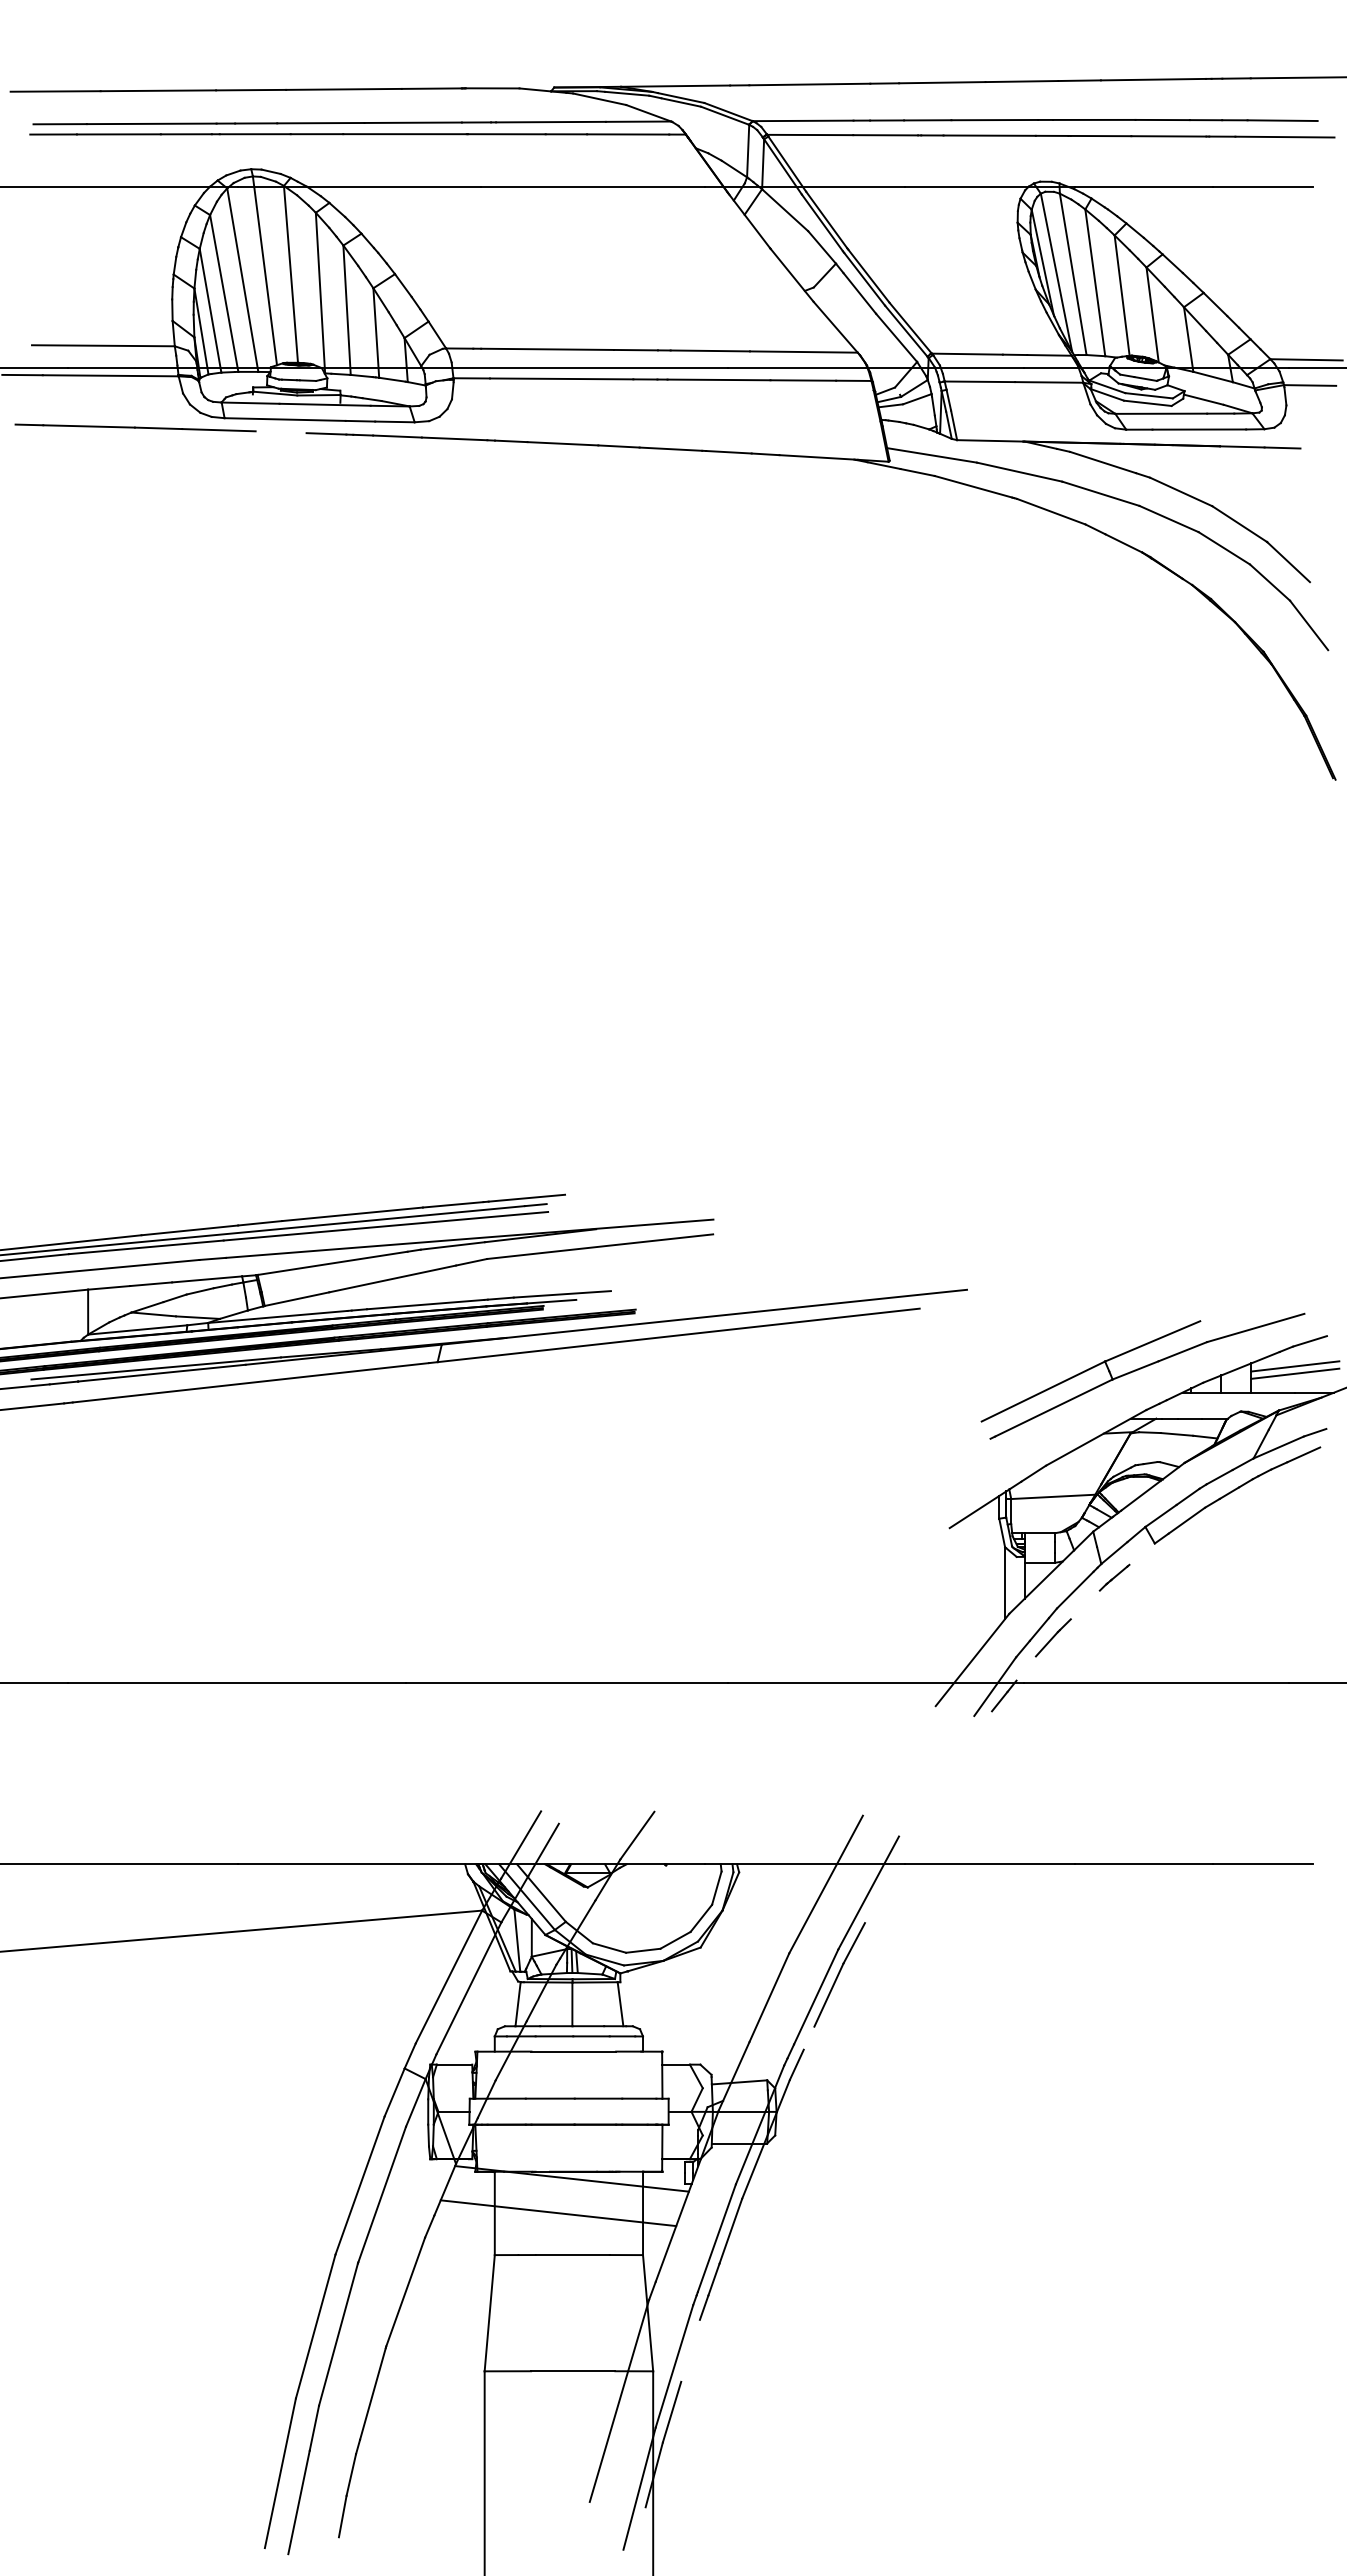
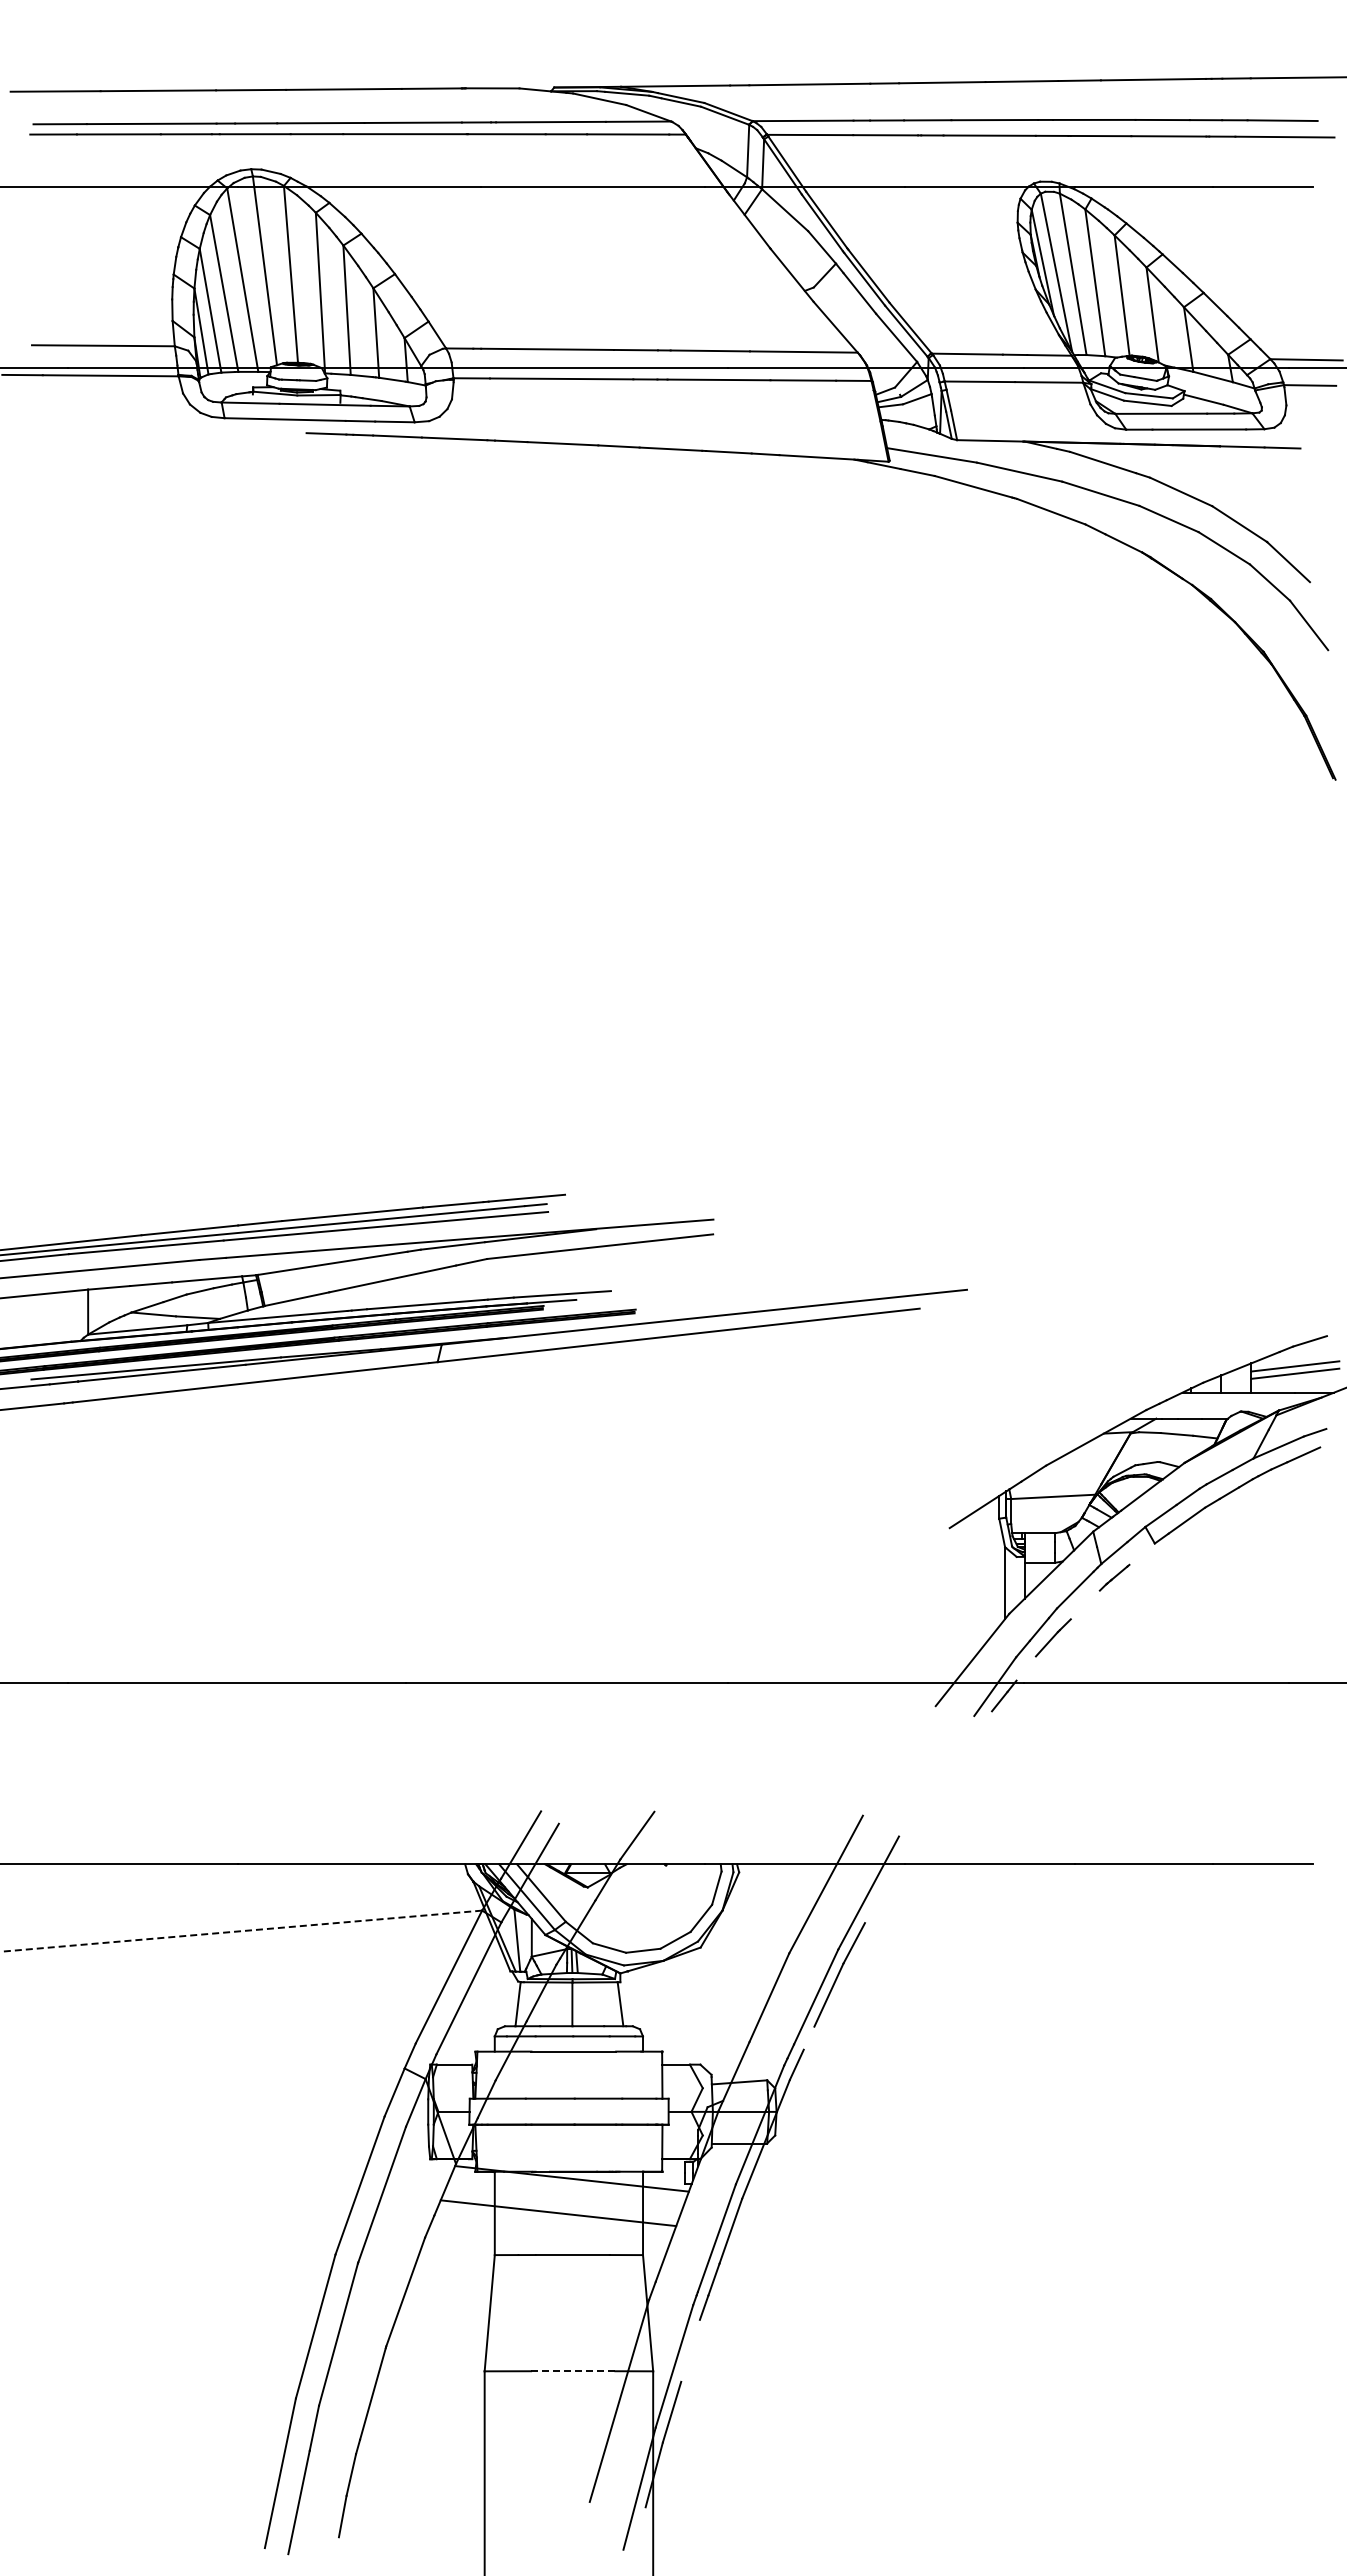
line at (135, 427): present -> none
part at (1140, 1369): present -> none
line at (241, 1931): solid -> dashed
line at (573, 2371): solid -> dashed
